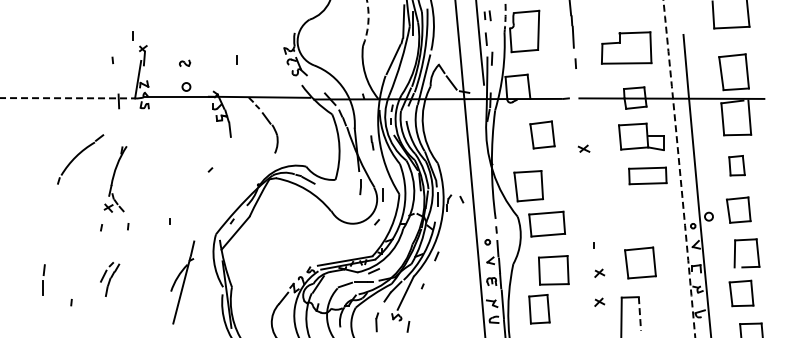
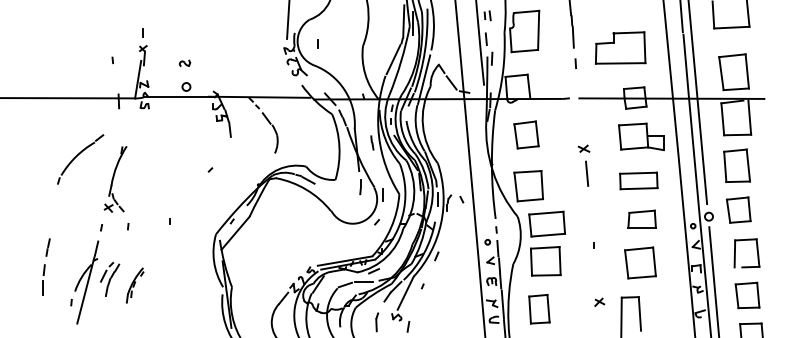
arc at (505, 15): dashed -> solid
line at (681, 17): none -> present
line at (288, 20): none -> present
arc at (368, 24): dashed -> solid
line at (132, 35) position: (132, 35) -> (142, 32)
part at (626, 47) position: (626, 47) -> (620, 47)
line at (236, 59) position: (236, 59) -> (317, 43)
line at (68, 98): dashed -> solid
line at (697, 103): none -> present
part at (542, 134) position: (542, 134) -> (526, 134)
part at (736, 165) size: 18x22 px -> 28x35 px
arc at (679, 168): dashed -> solid
line at (586, 173): none -> present
part at (647, 175) position: (647, 175) -> (638, 180)
part at (641, 218): none -> present
line at (47, 247): none -> present
part at (553, 270) position: (553, 270) -> (545, 261)
part at (599, 272): present -> none
line at (713, 280): none -> present
part at (182, 282) position: (182, 282) -> (86, 282)
part at (135, 285): none -> present
part at (741, 293) position: (741, 293) -> (747, 295)
line at (639, 313): dashed -> solid
